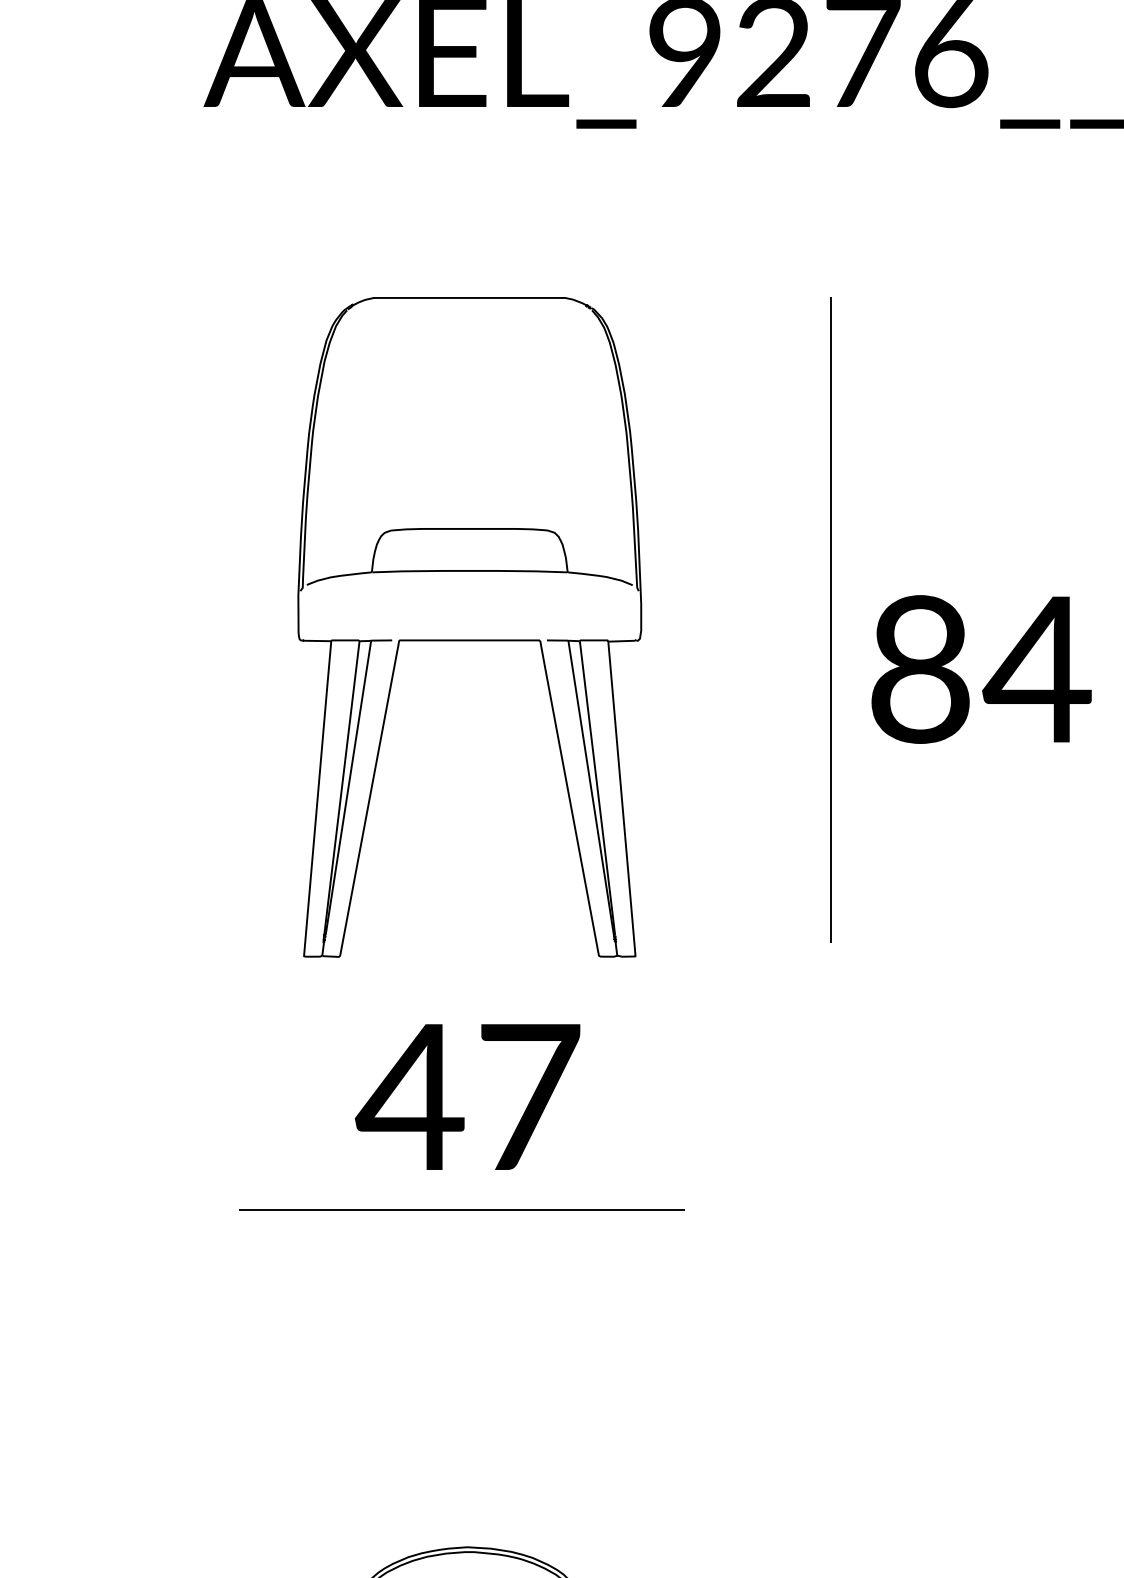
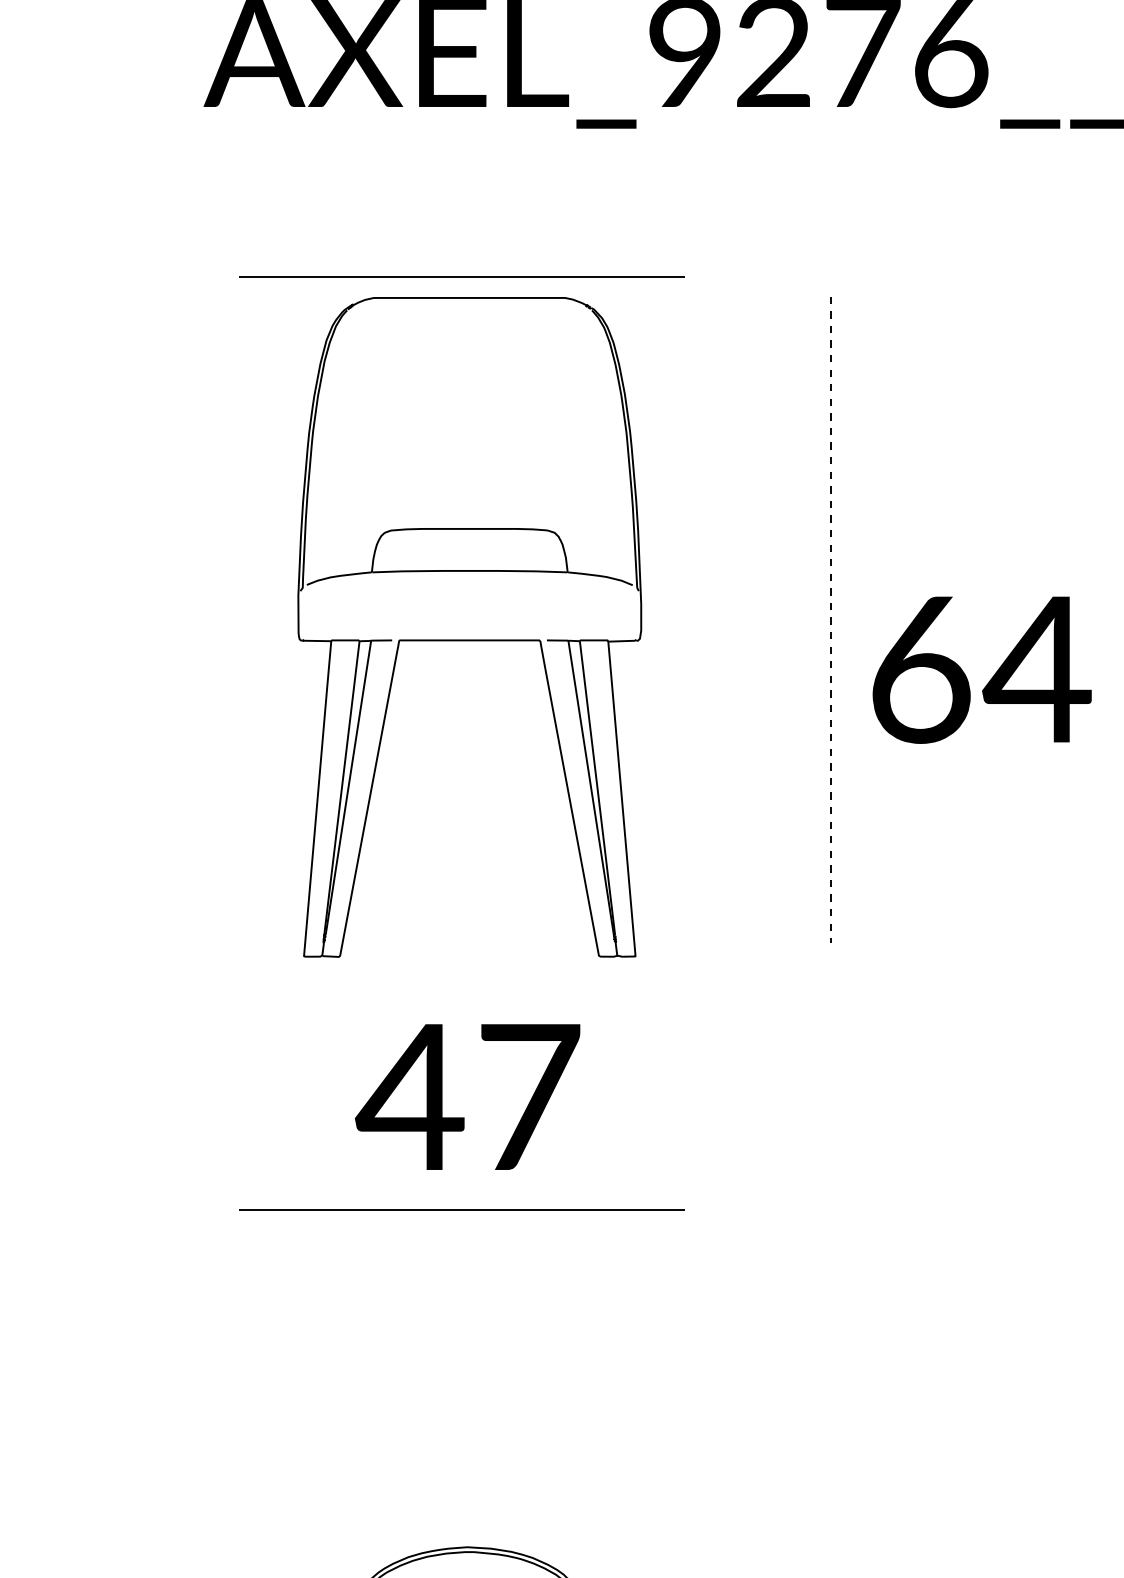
line at (461, 276): none -> present
line at (830, 620): solid -> dashed
text at (920, 669): 84 -> 64
